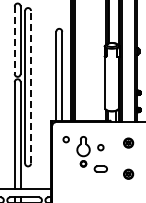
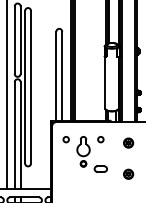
line at (14, 40): dashed -> solid
line at (31, 86): dashed -> solid
line at (7, 95): none -> present
circle at (100, 147) position: (100, 147) -> (100, 139)
